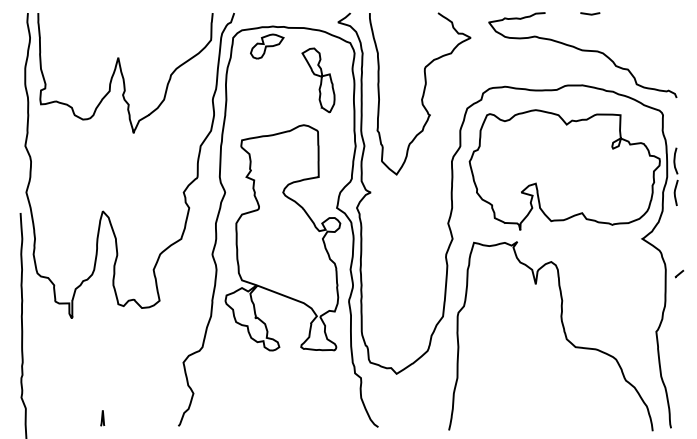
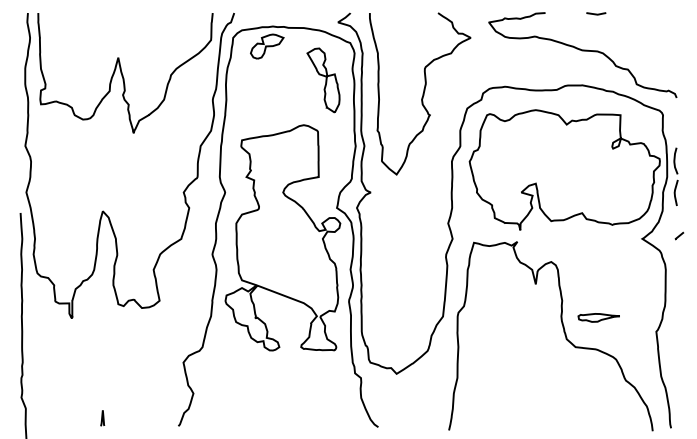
line at (590, 13) position: (590, 13) -> (596, 13)
part at (318, 80) position: (318, 80) -> (323, 80)
line at (679, 273) position: (679, 273) -> (679, 235)
part at (598, 317): none -> present
